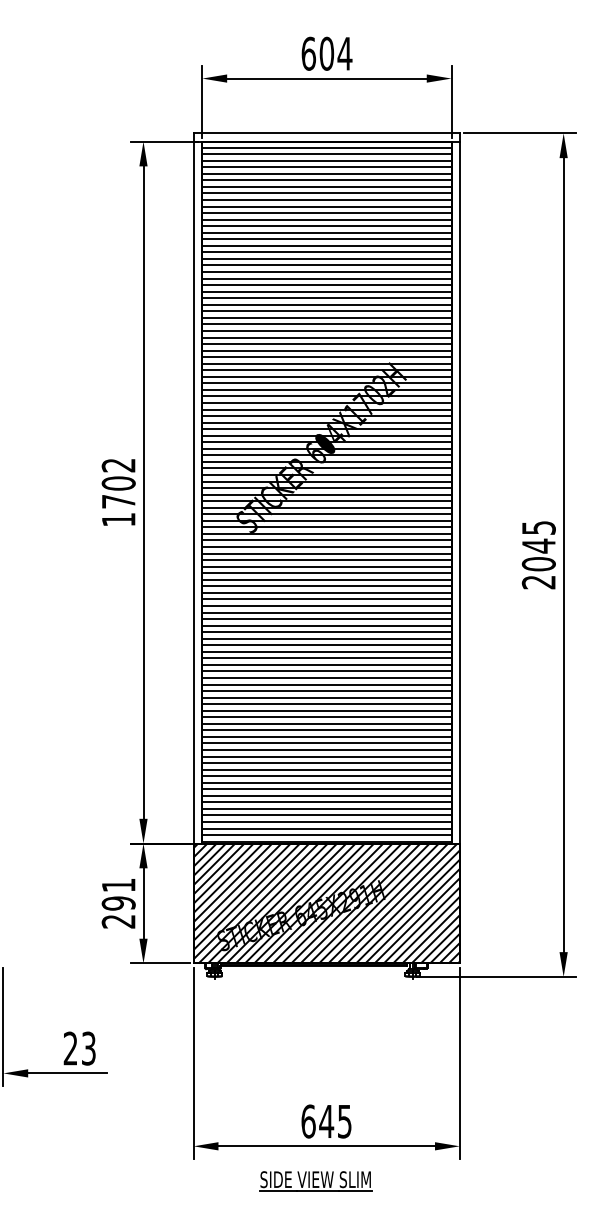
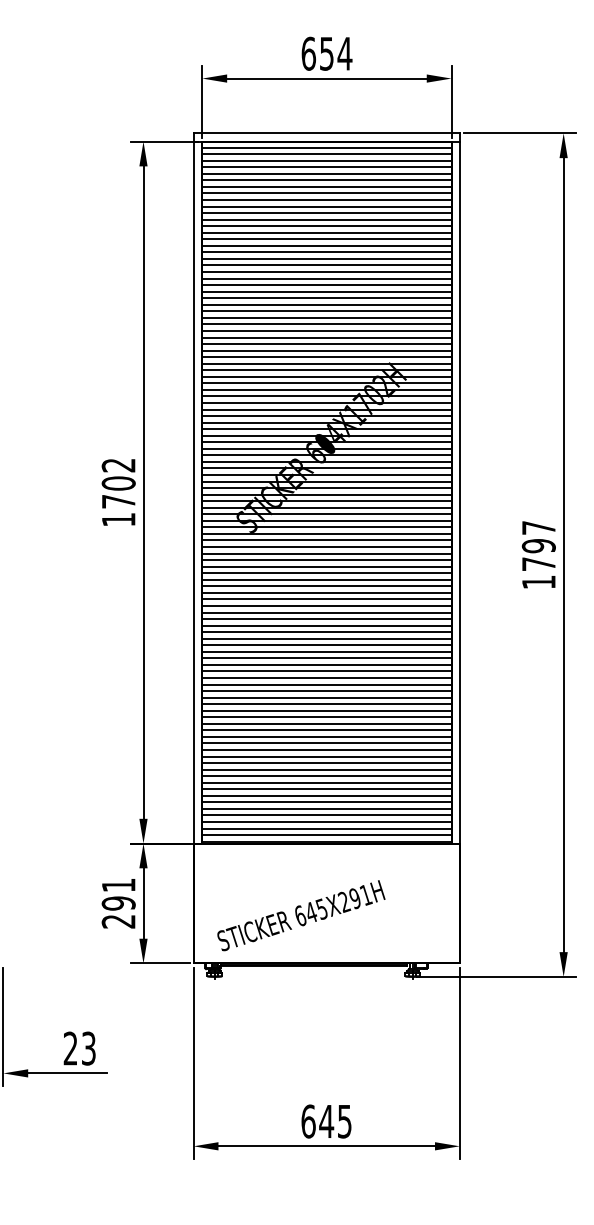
text at (326, 53): 604 -> 654
text at (538, 555): 2045 -> 1797
hatch at (326, 903): present -> none
part at (315, 1181): present -> none
